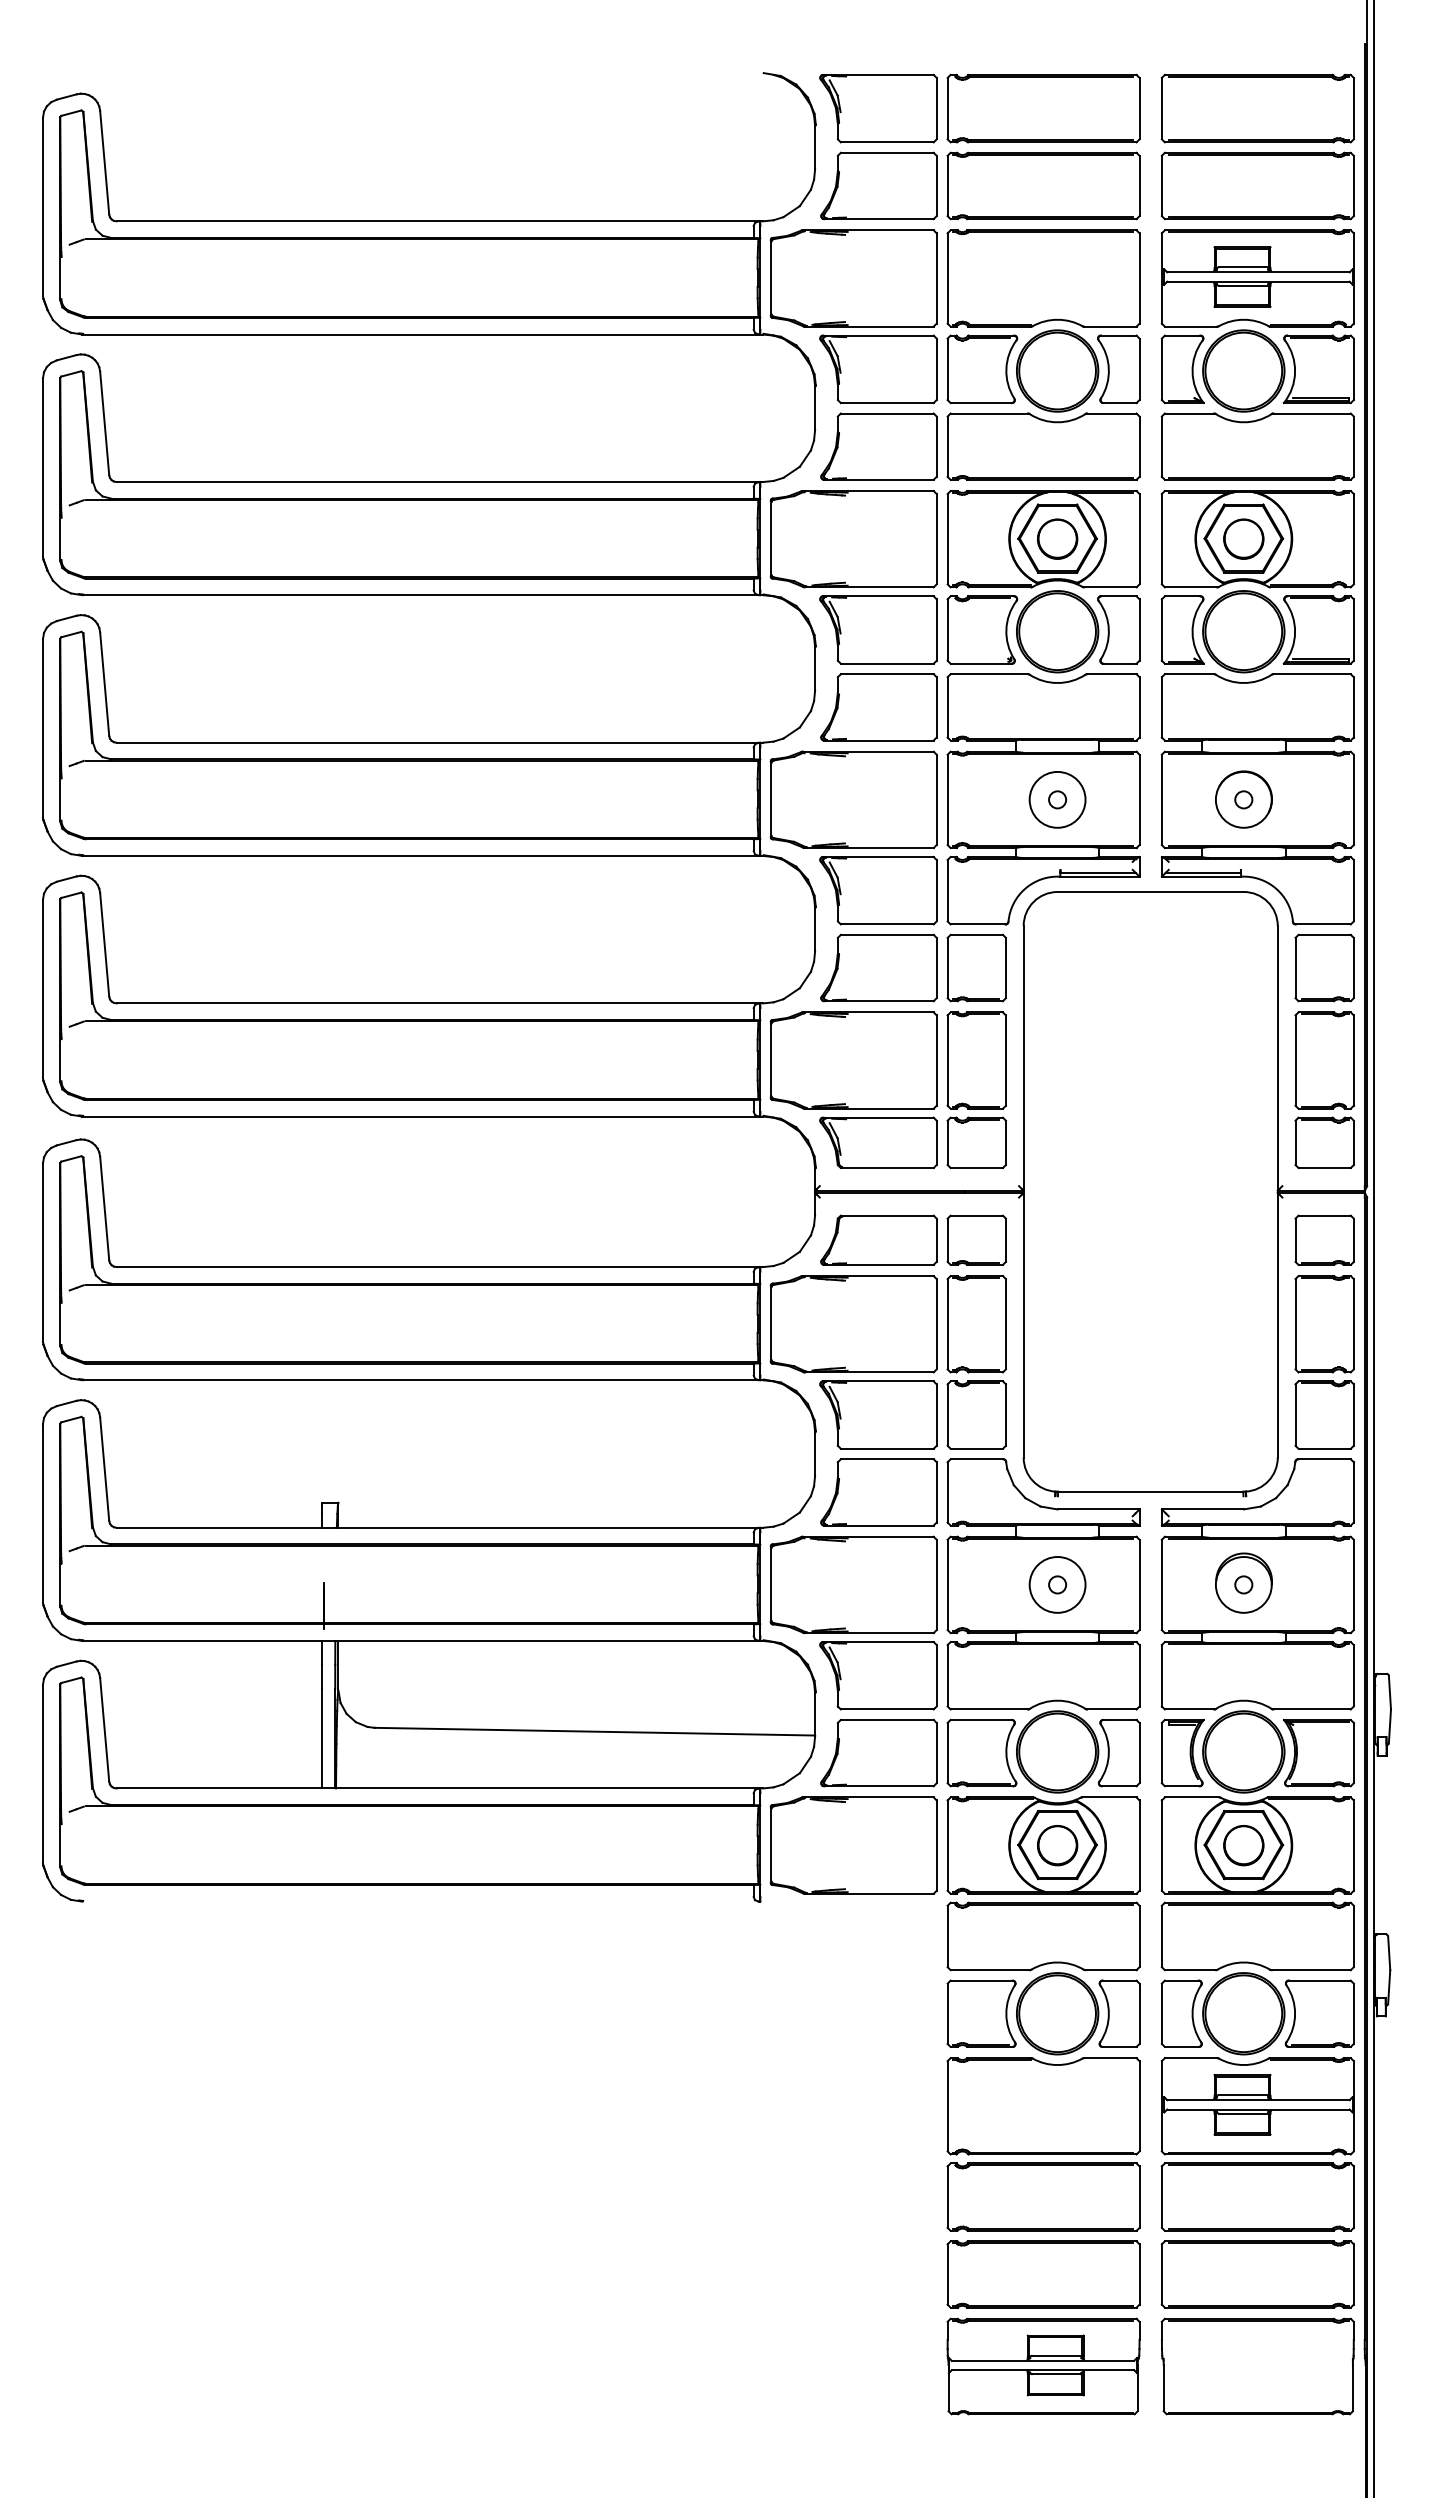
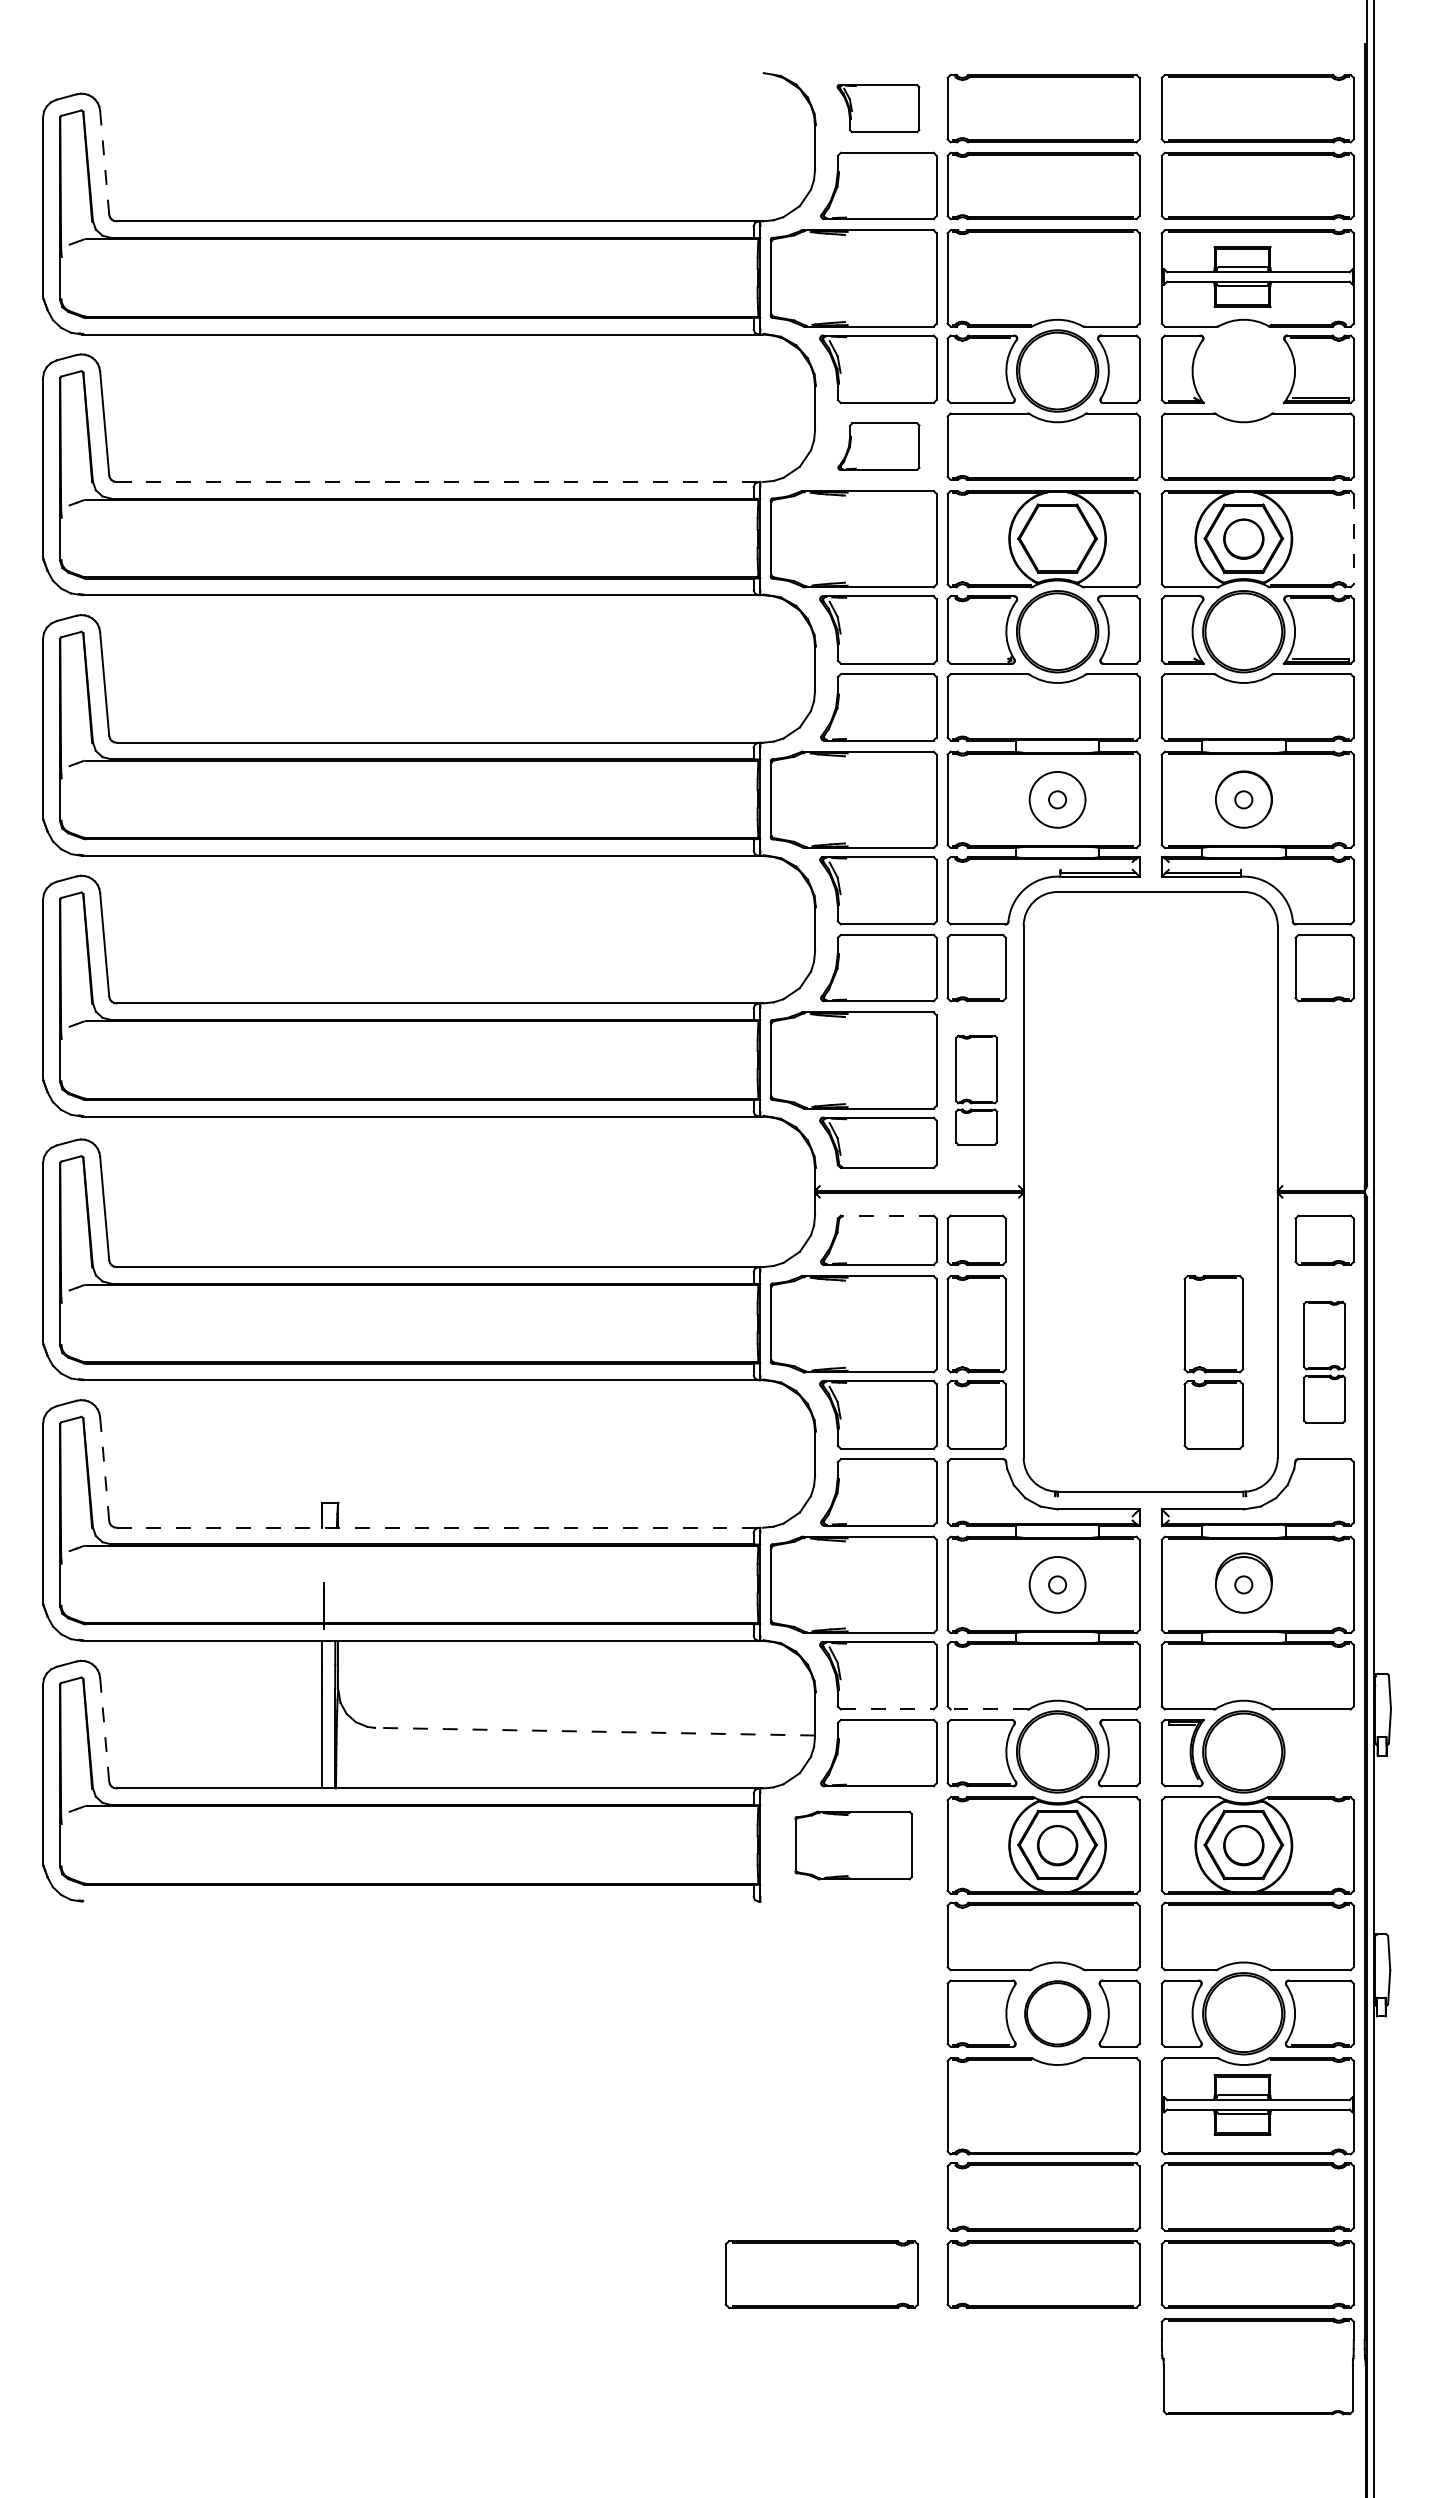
part at (878, 108) size: 119x71 px -> 85x50 px
line at (104, 162): solid -> dashed
part at (1243, 370): present -> none
part at (878, 446) size: 118x69 px -> 84x49 px
line at (440, 482): solid -> dashed
circle at (1057, 538): present -> none
line at (1353, 539): solid -> dashed
part at (976, 1090) size: 61x159 px -> 44x112 px
part at (1324, 1090): present -> none
line at (886, 1215): solid -> dashed
part at (1213, 1362): none -> present
part at (1324, 1362) size: 61x175 px -> 44x124 px
line at (104, 1468): solid -> dashed
line at (440, 1527): solid -> dashed
line at (887, 1709): solid -> dashed
line at (989, 1709): solid -> dashed
line at (104, 1729): solid -> dashed
line at (594, 1731): solid -> dashed
part at (1318, 1752): present -> none
part at (853, 1845) size: 169x99 px -> 119x71 px
part at (1057, 2013) size: 84x84 px -> 68x68 px
part at (821, 2274): none -> present
part at (1043, 2366): present -> none
